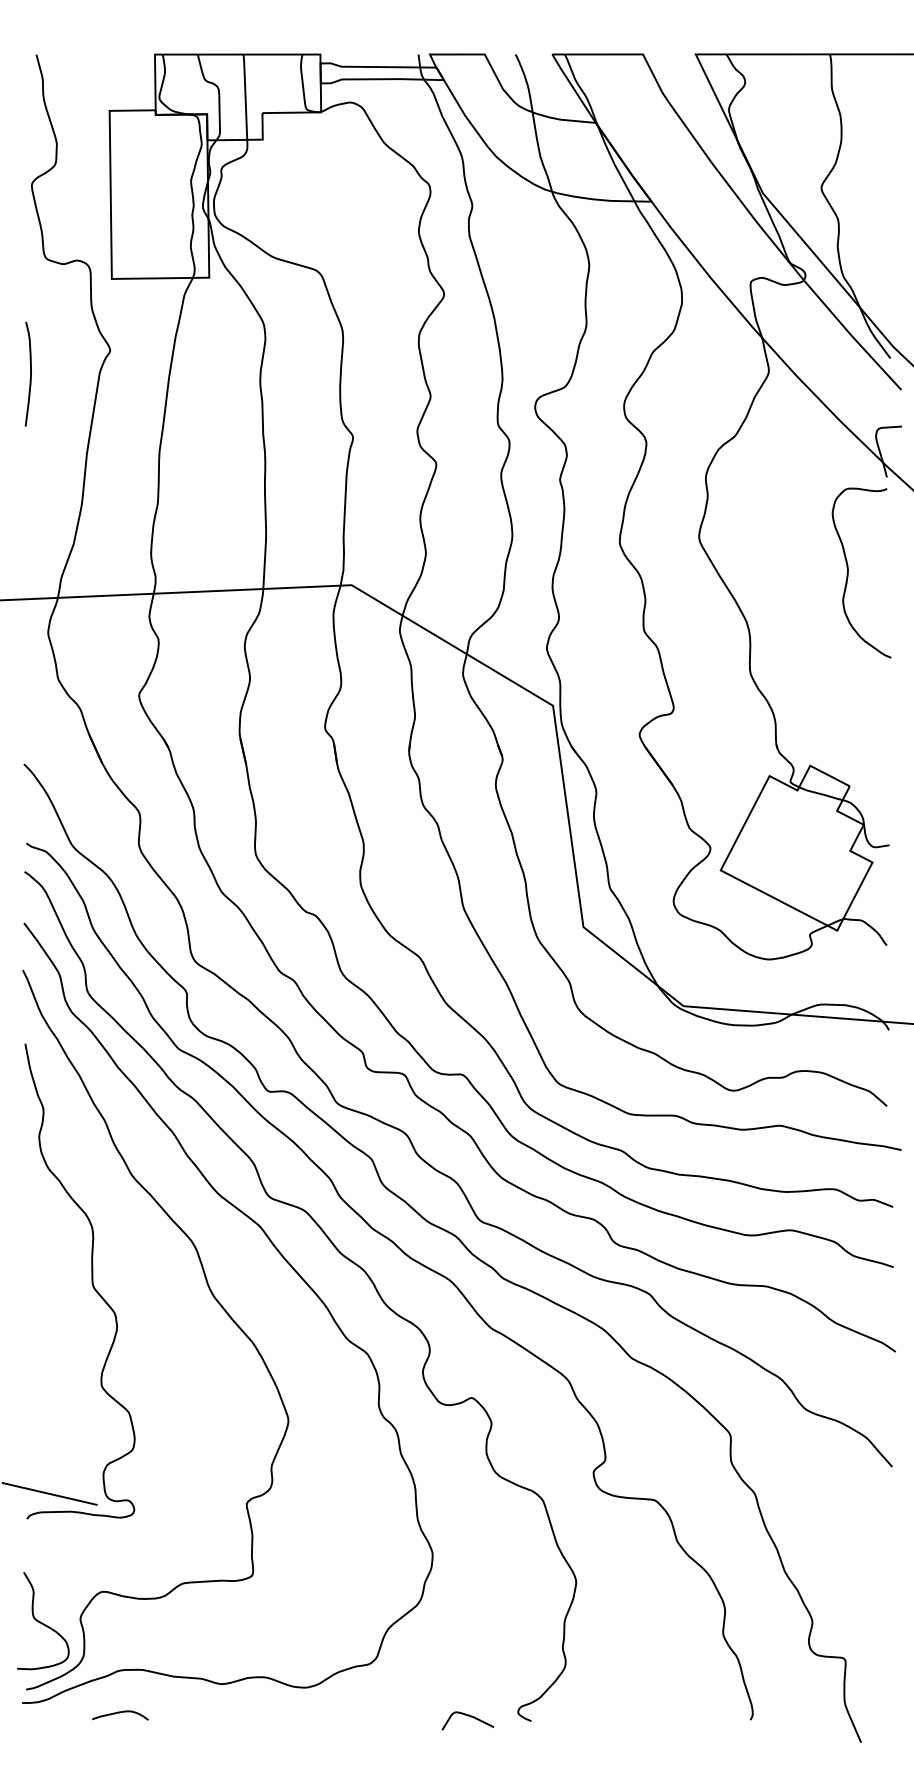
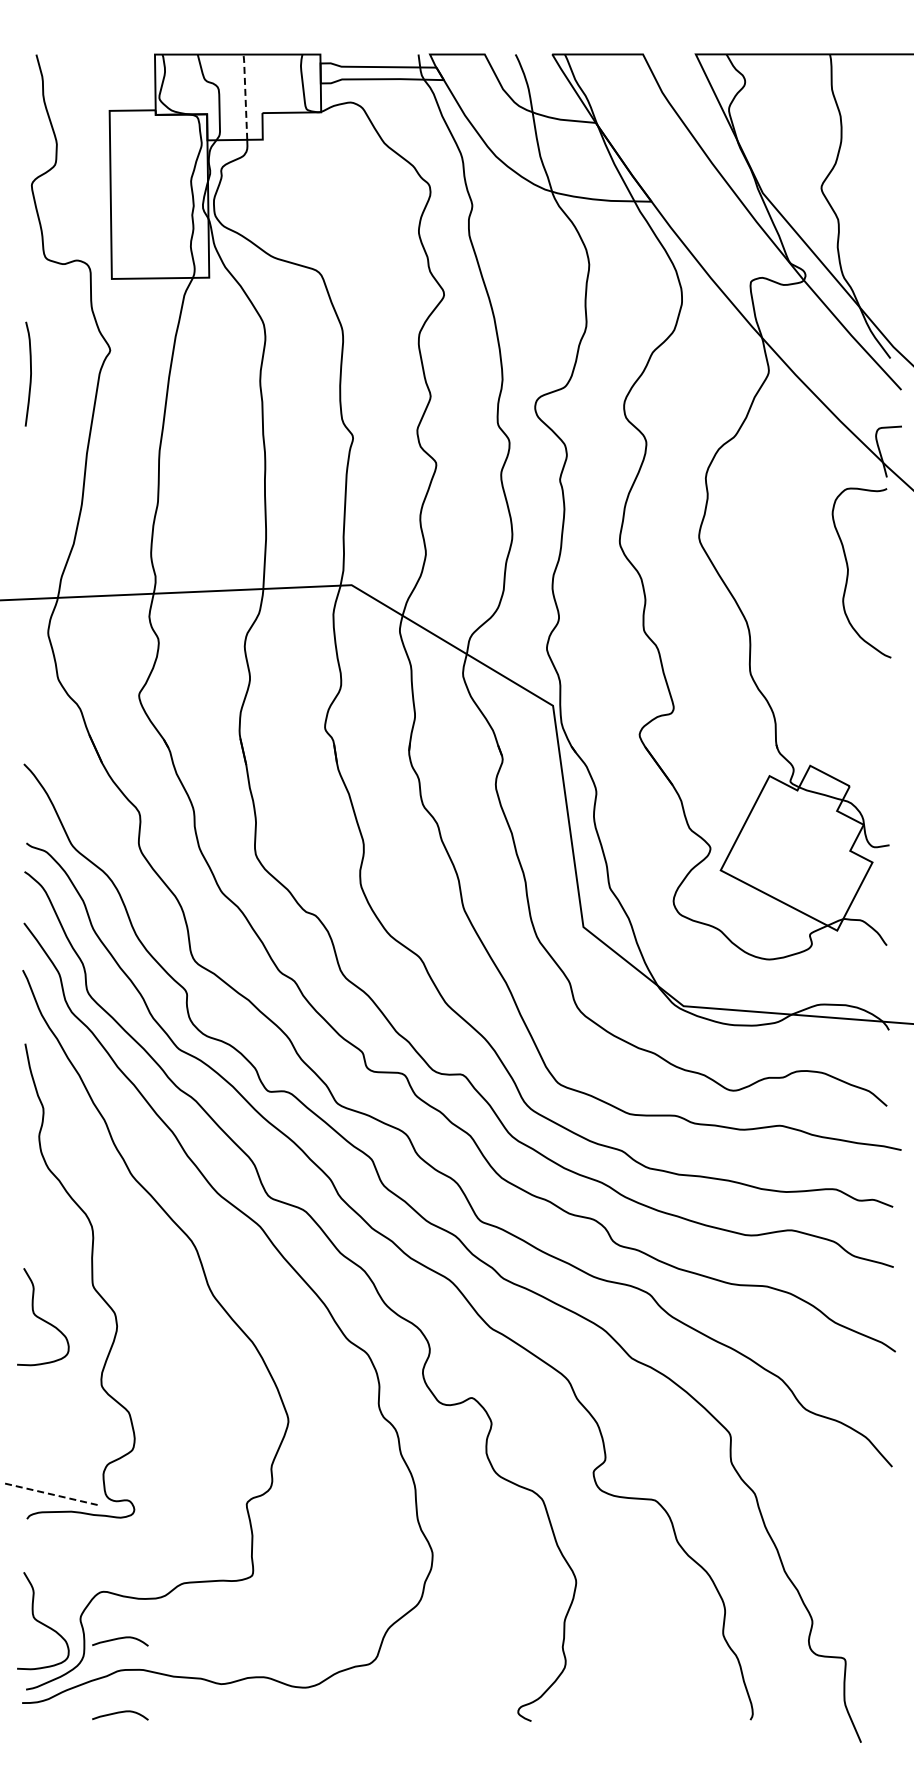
line at (245, 95): solid -> dashed
curve at (42, 1318): none -> present
line at (49, 1493): solid -> dashed
curve at (120, 1639): none -> present
curve at (467, 1716): present -> none
